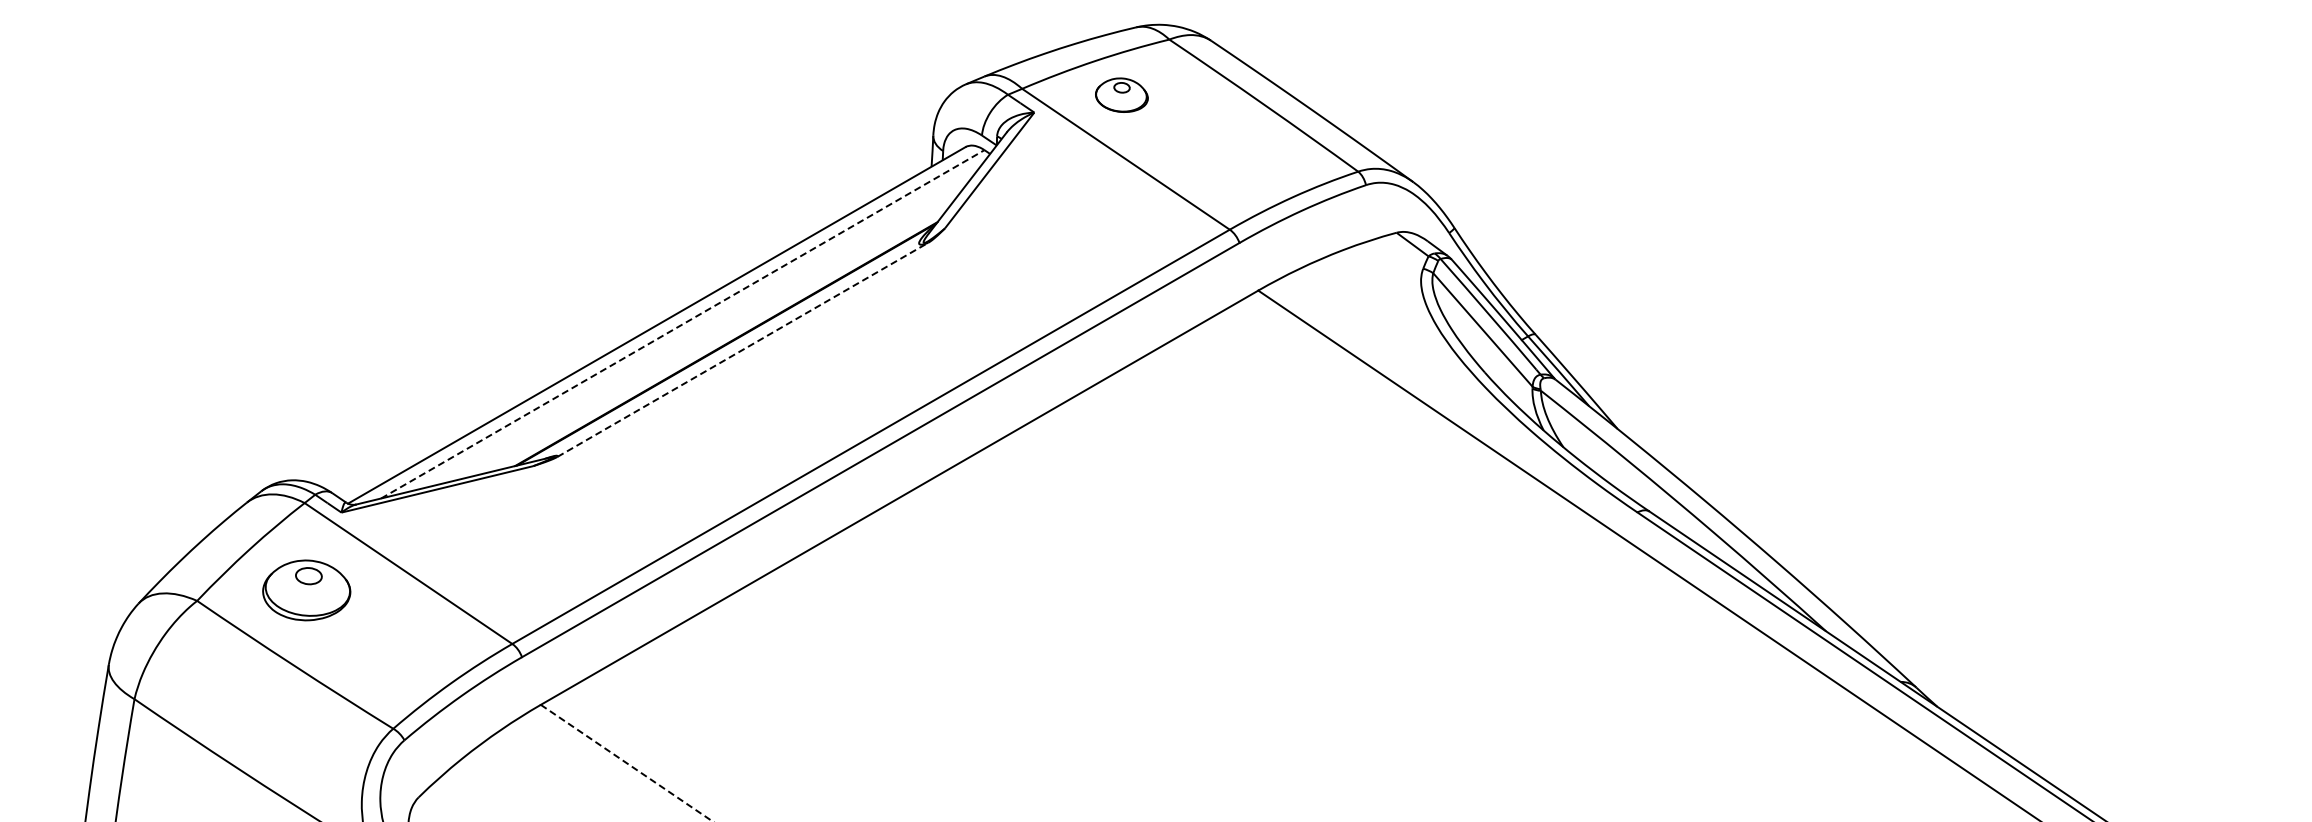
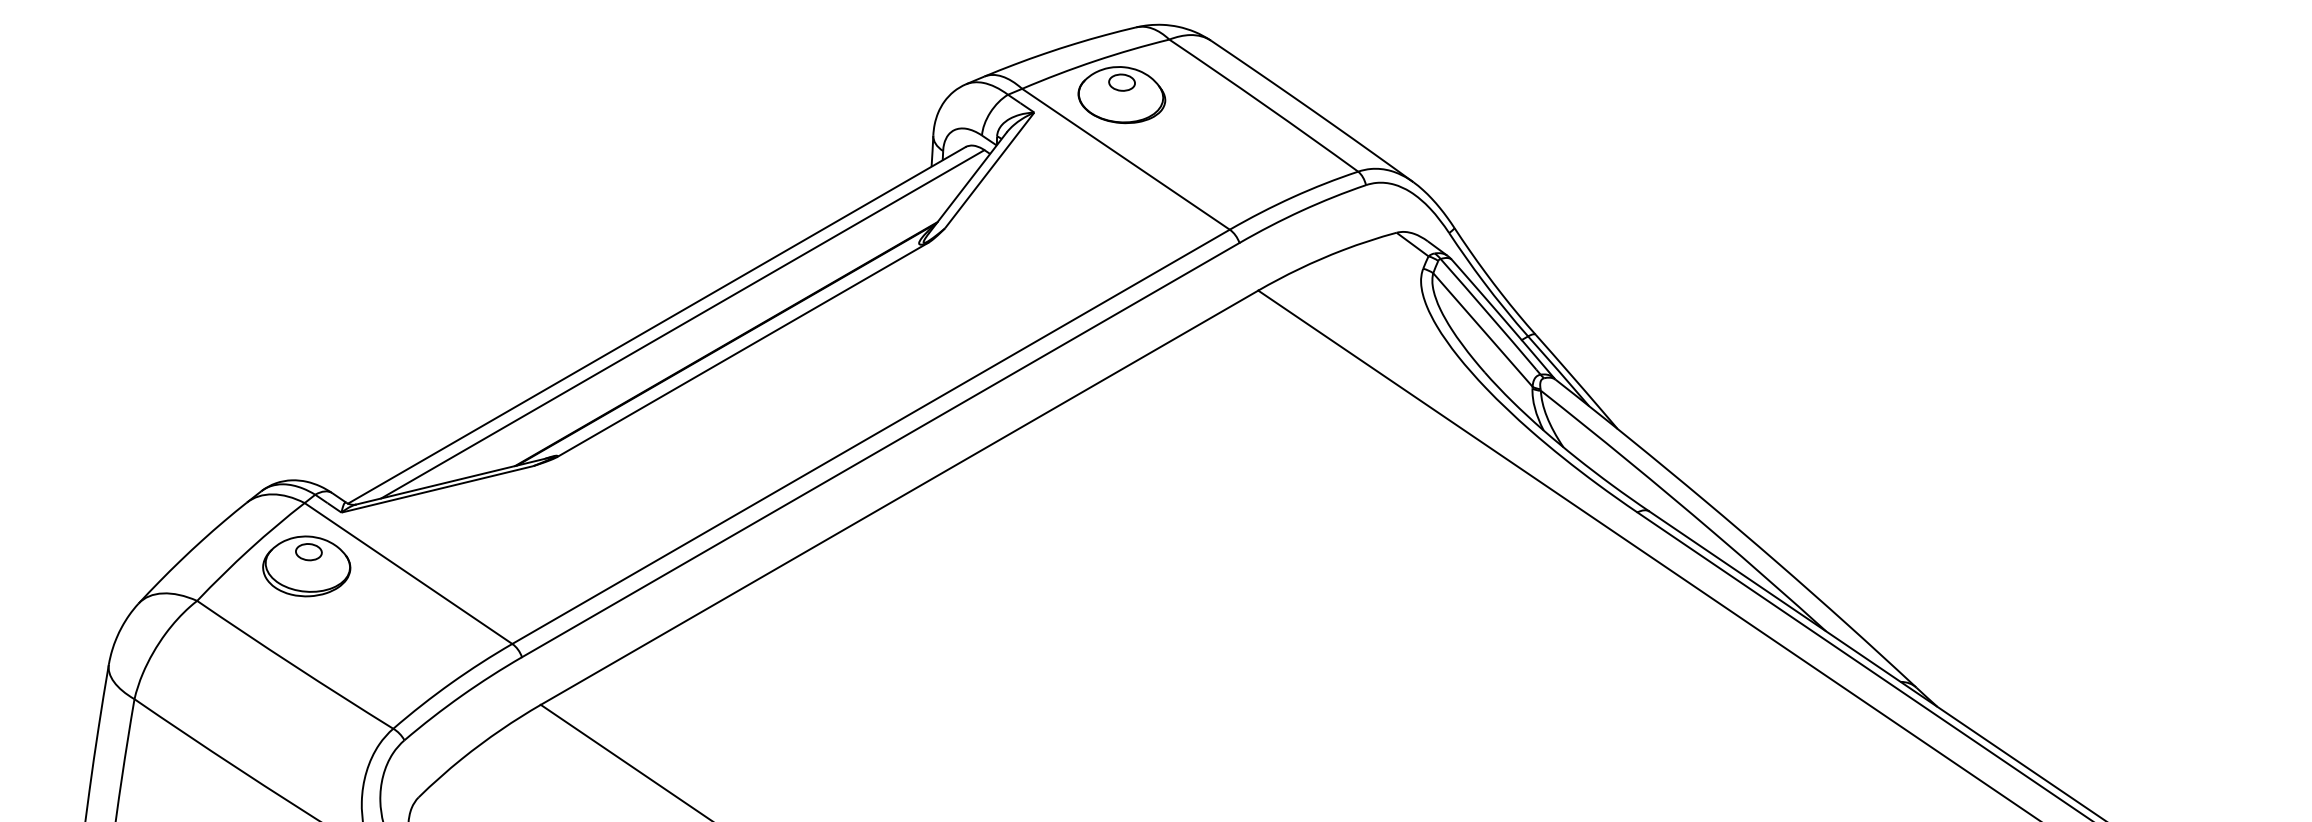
part at (1121, 94) size: 54x36 px -> 90x59 px
line at (683, 324): dashed -> solid
line at (743, 349): dashed -> solid
part at (306, 590) position: (306, 590) -> (306, 566)
line at (626, 763): dashed -> solid
